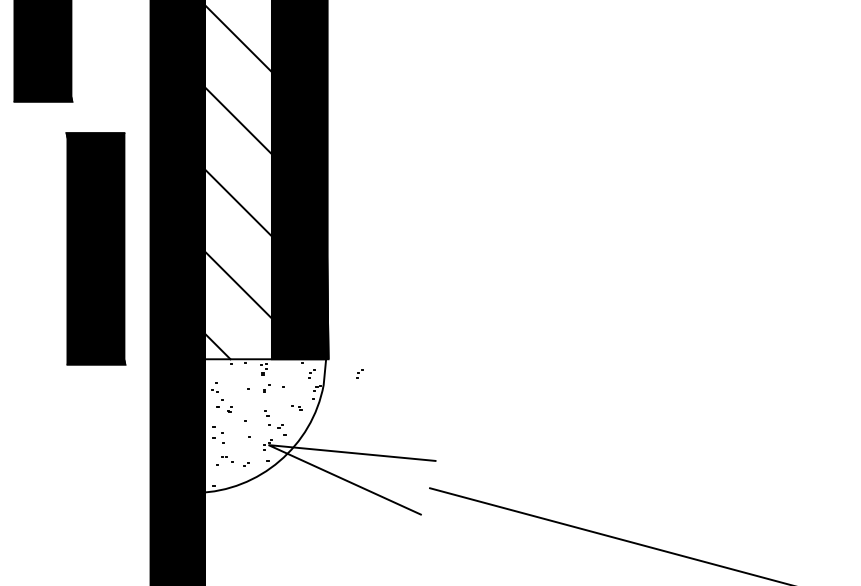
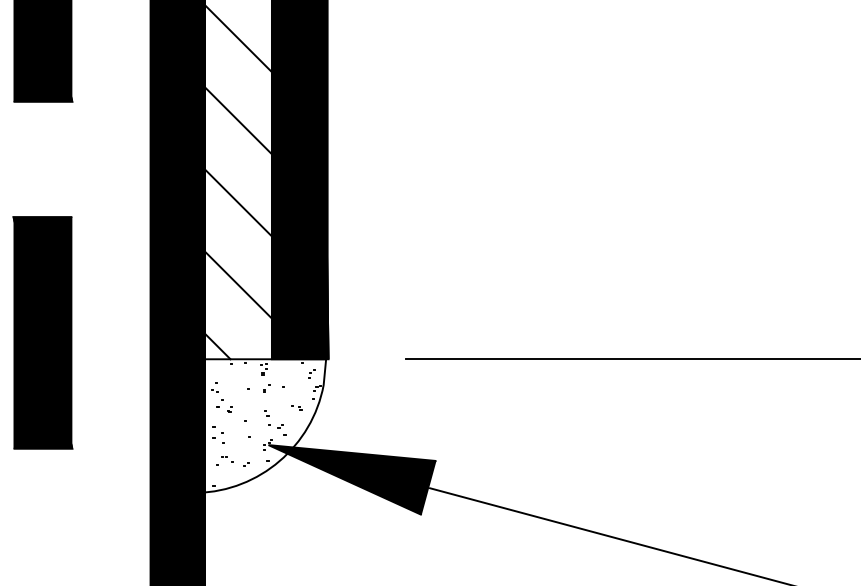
part at (95, 248) position: (95, 248) -> (42, 332)
line at (631, 359): none -> present
part at (359, 373): present -> none
fill at (352, 479): none -> present
